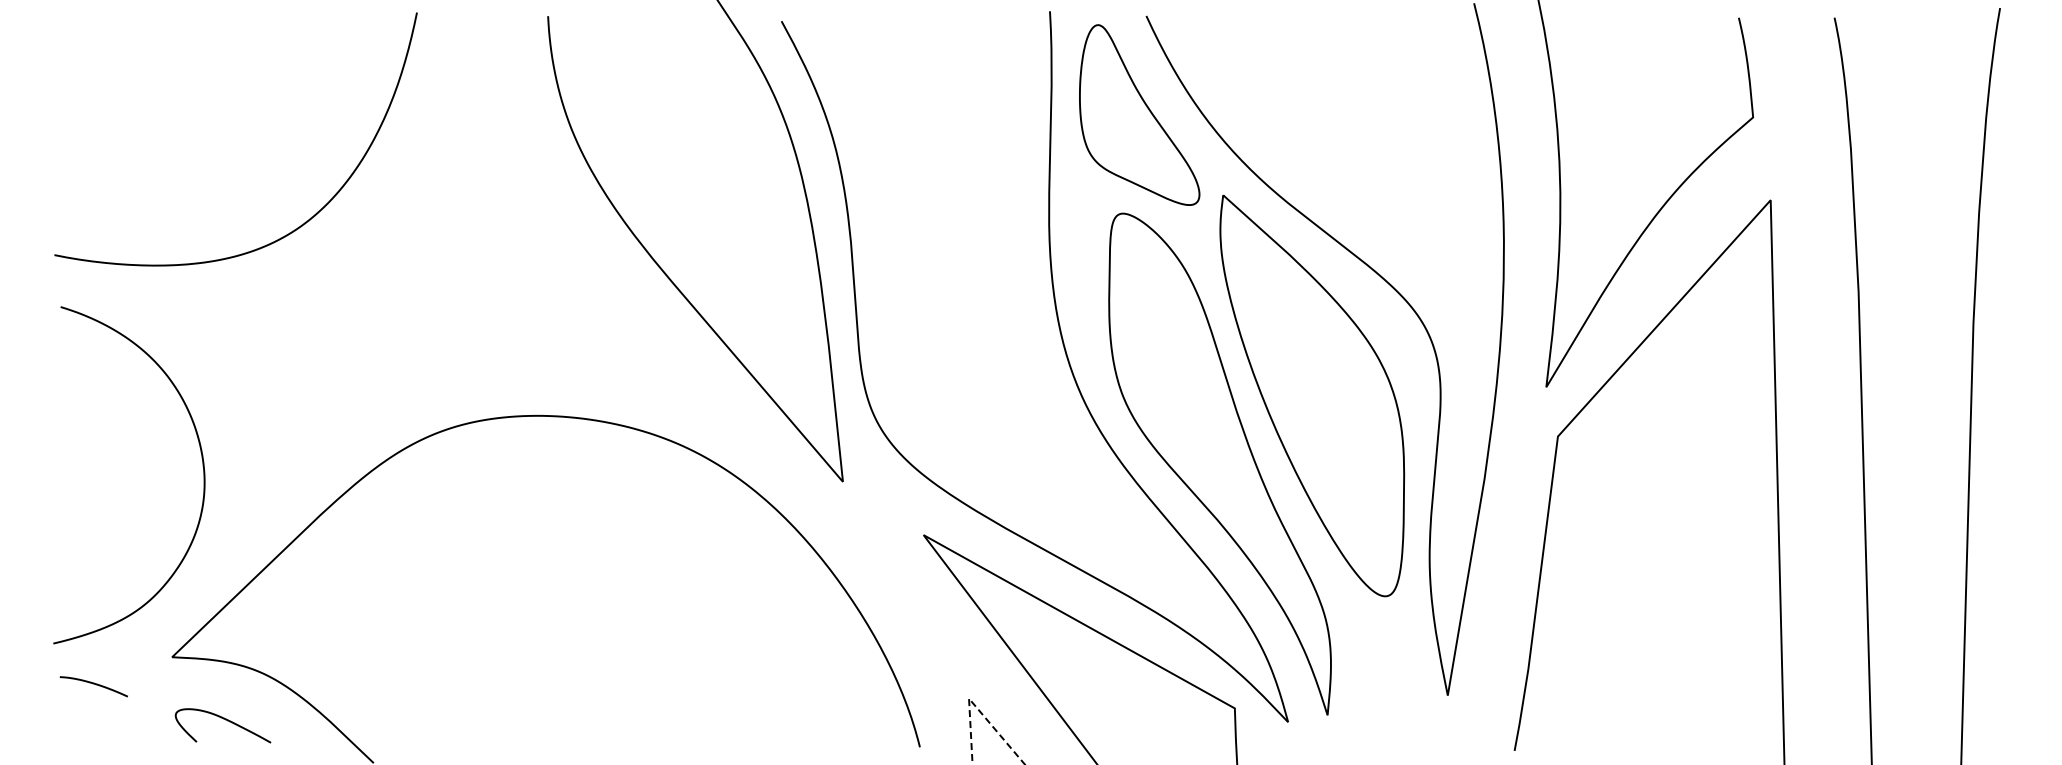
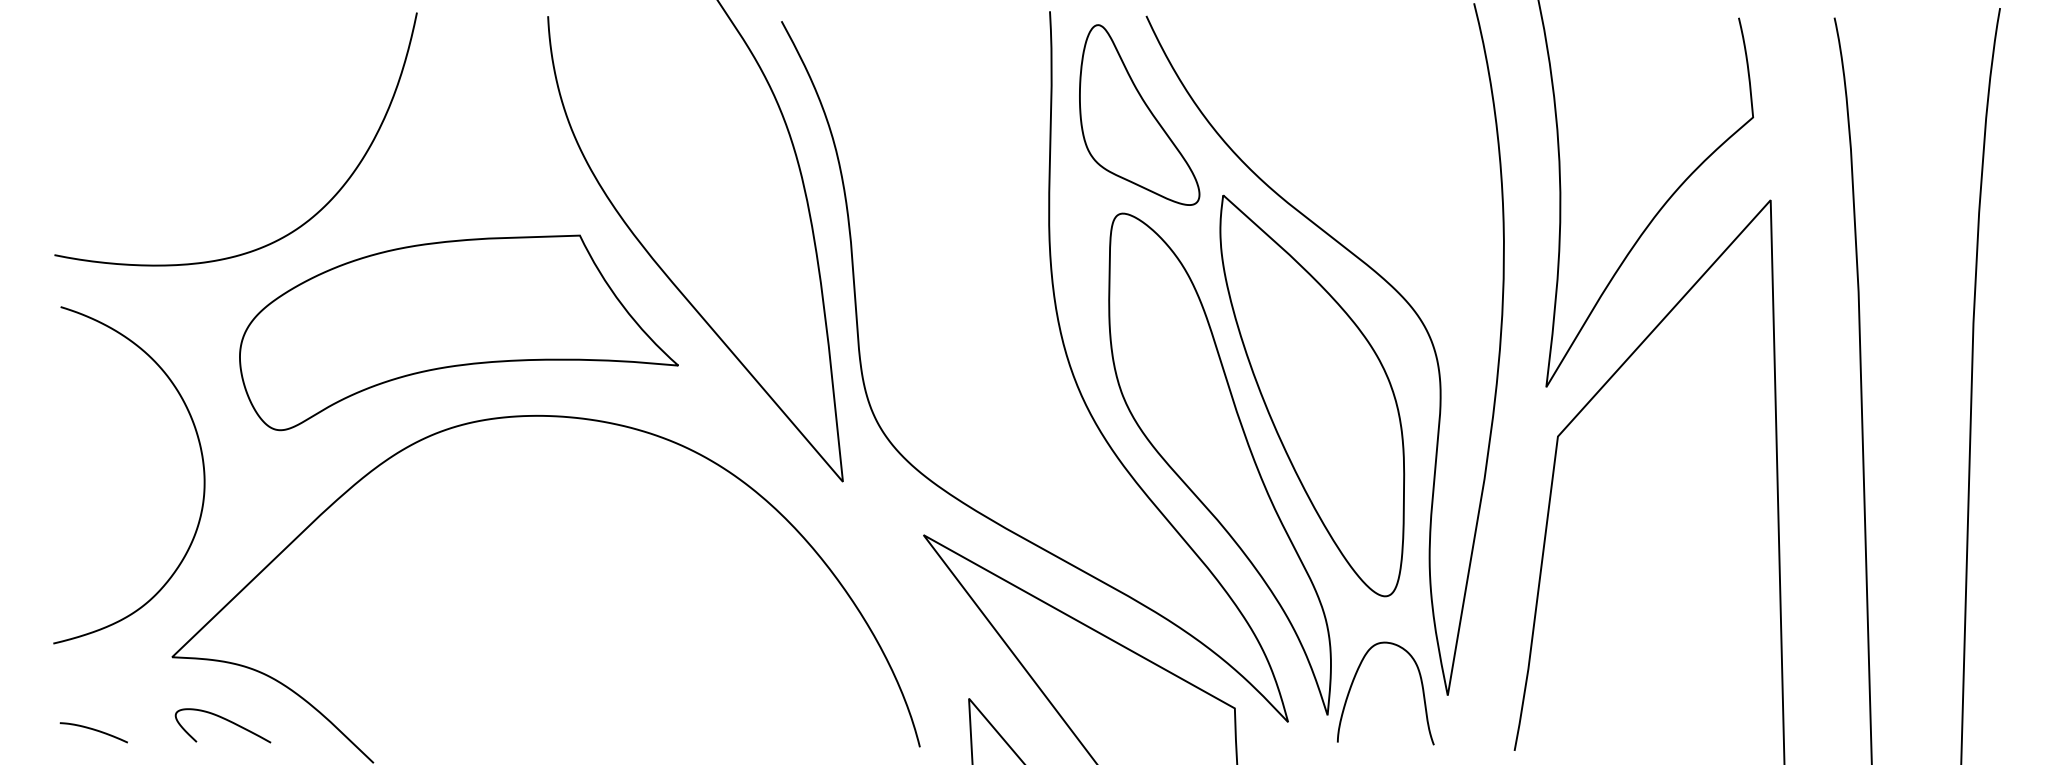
part at (458, 332): none -> present
curve at (1353, 683): none -> present
curve at (93, 684) position: (93, 684) -> (93, 730)
line at (975, 706): dashed -> solid
